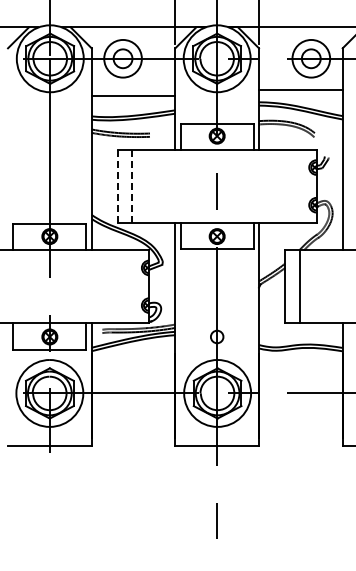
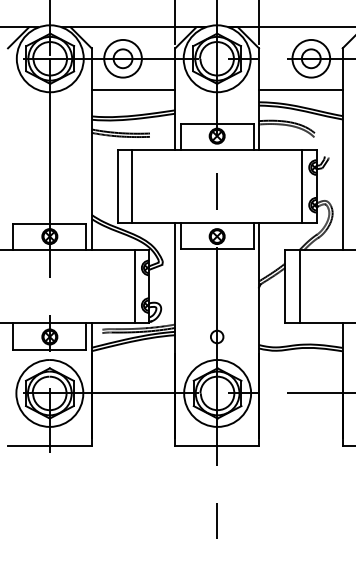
line at (133, 96) position: (133, 96) -> (133, 90)
line at (301, 185): none -> present
line at (117, 186): dashed -> solid
line at (132, 186): dashed -> solid
line at (134, 286): none -> present
